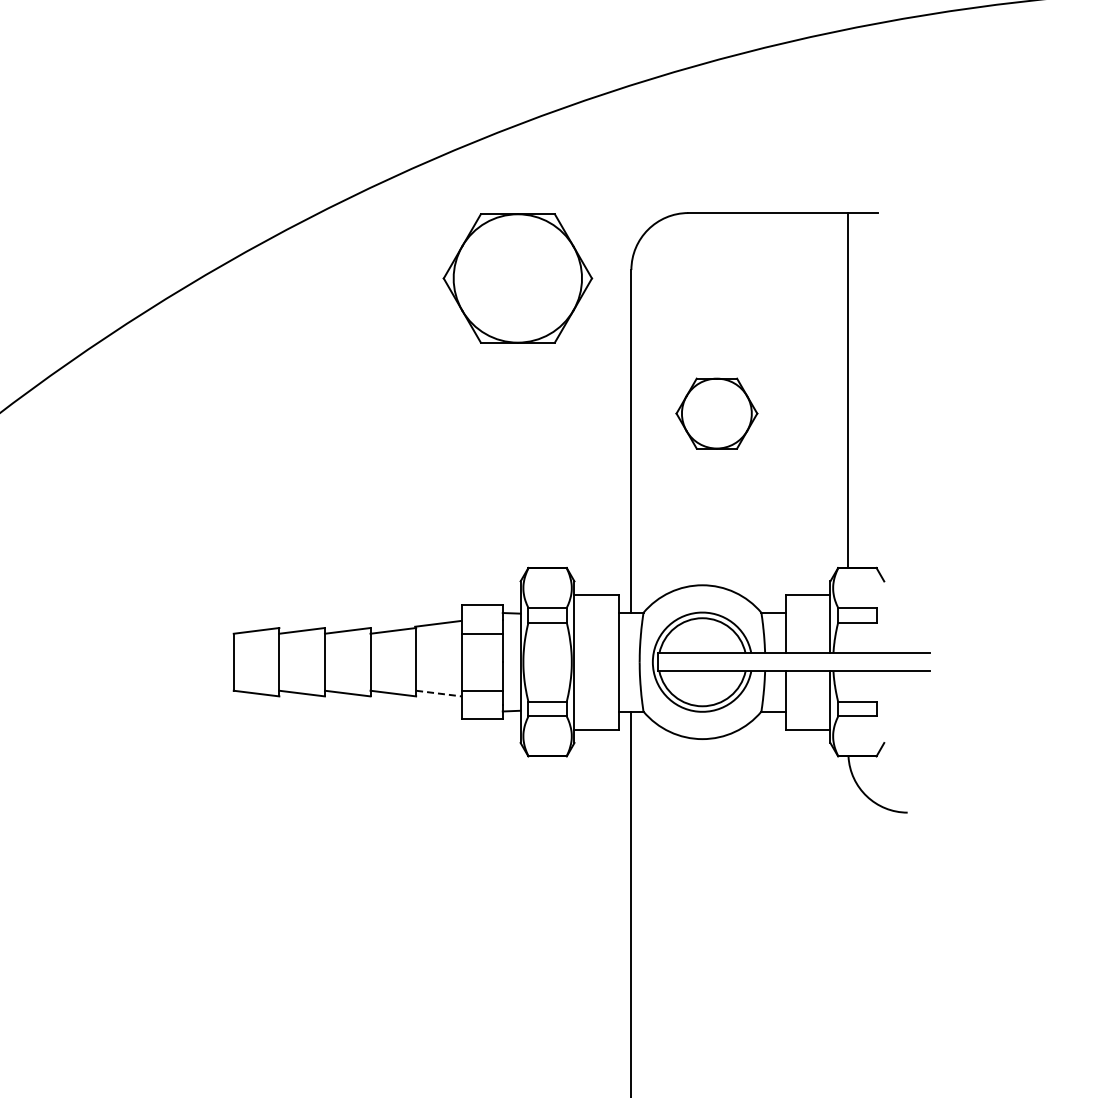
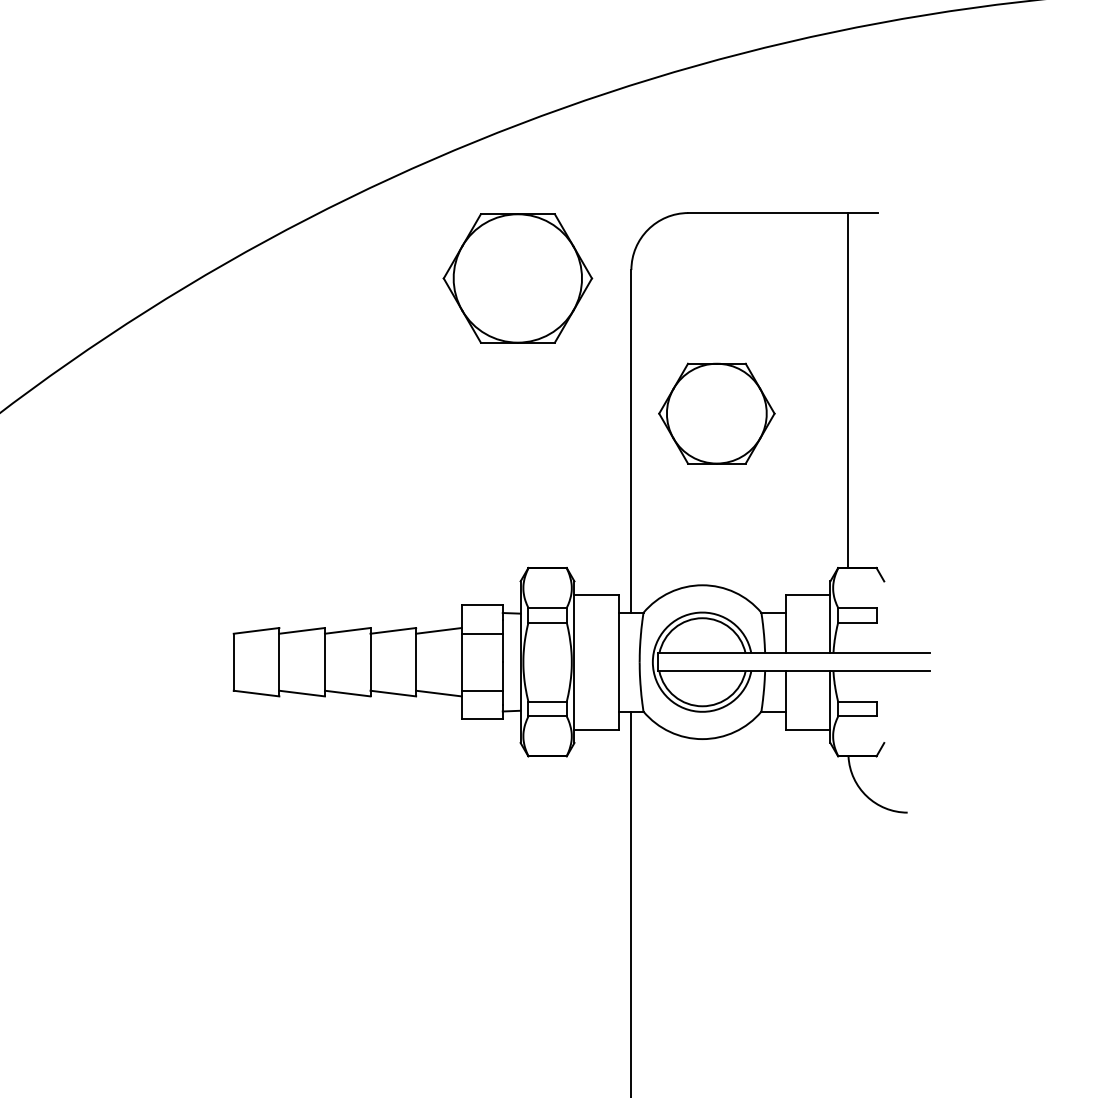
part at (716, 413) size: 84x73 px -> 118x103 px
line at (437, 623) position: (437, 623) -> (438, 630)
line at (438, 693): dashed -> solid
